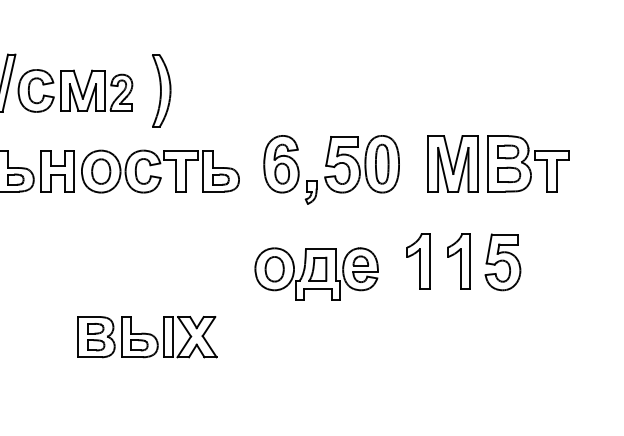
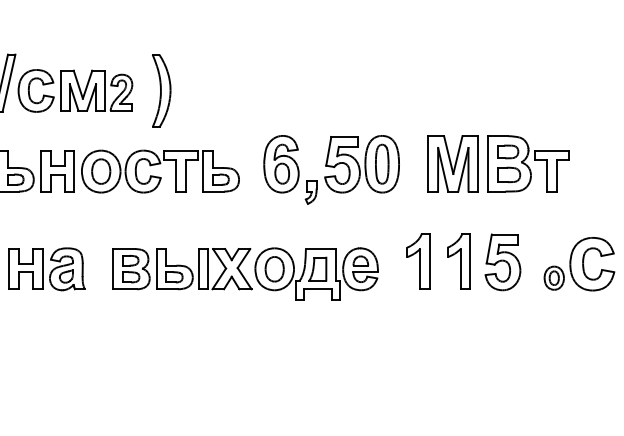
part at (579, 264): none -> present
part at (46, 269): none -> present
part at (147, 337) position: (147, 337) -> (182, 269)
